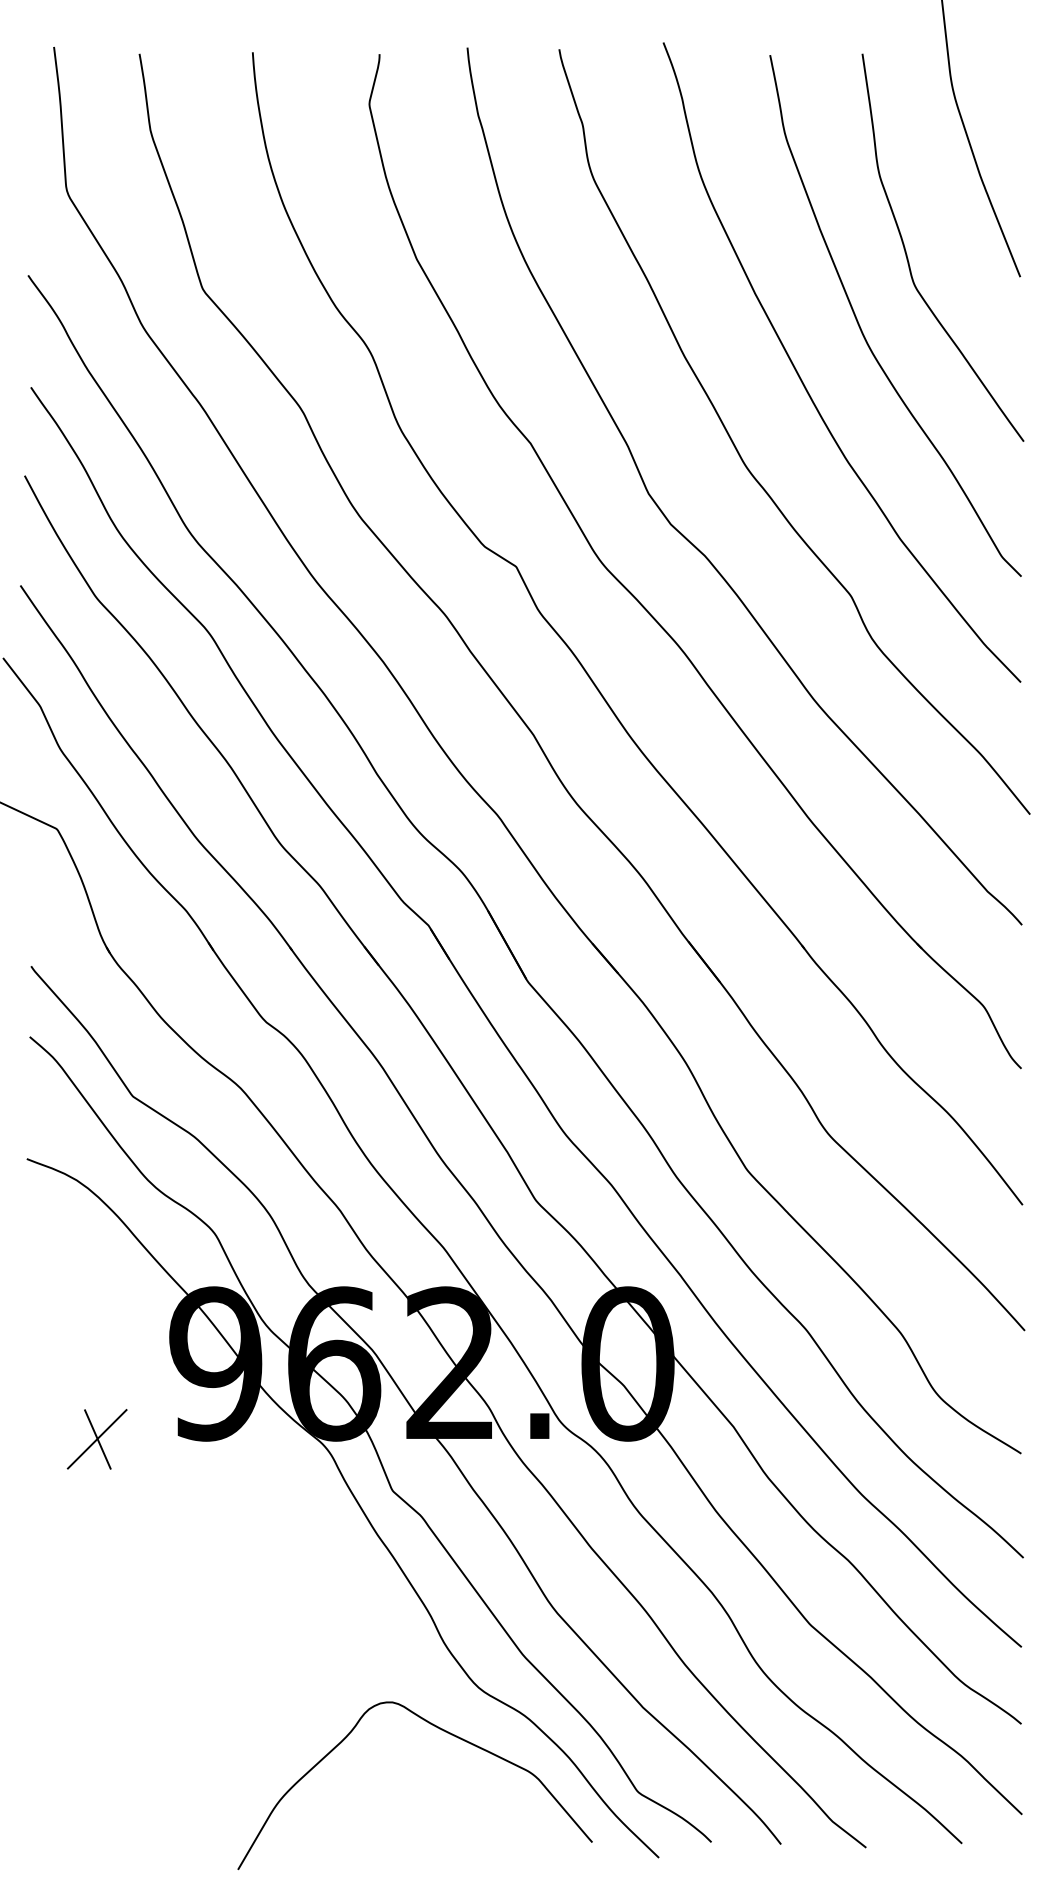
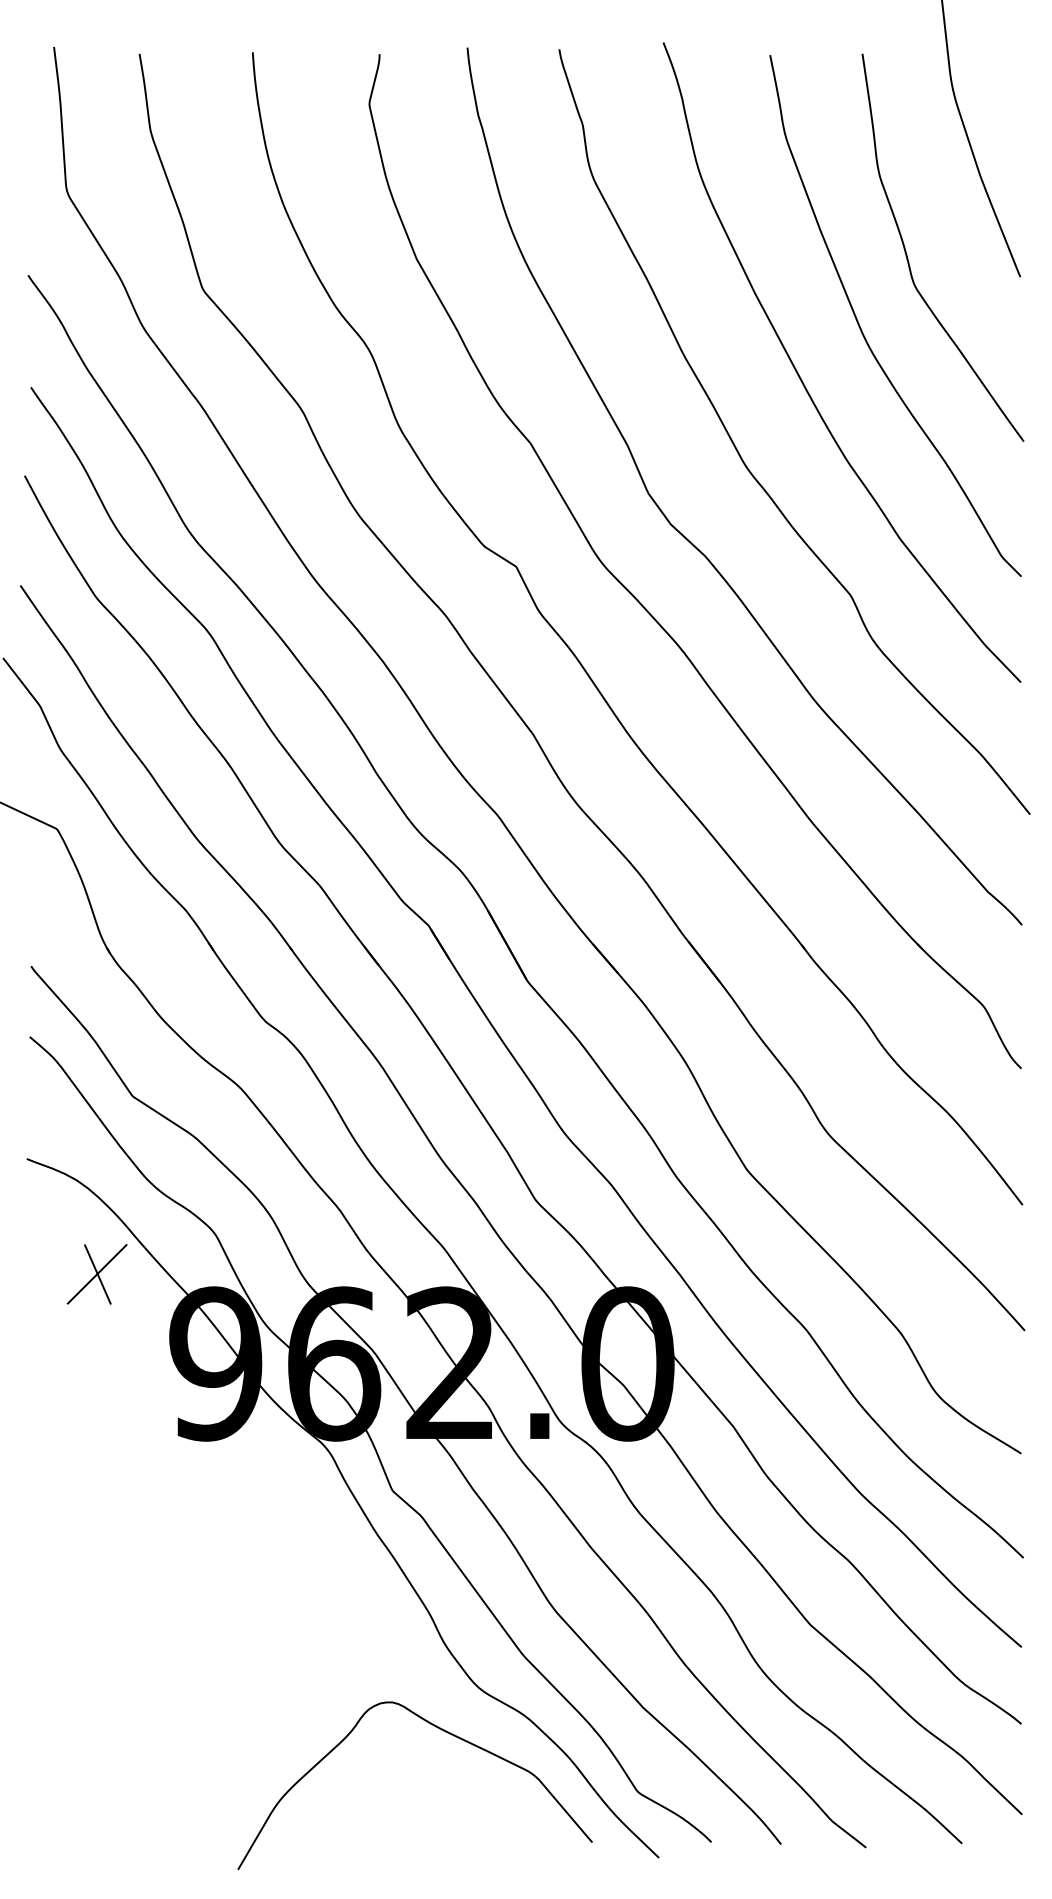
part at (96, 1439) position: (96, 1439) -> (96, 1274)
